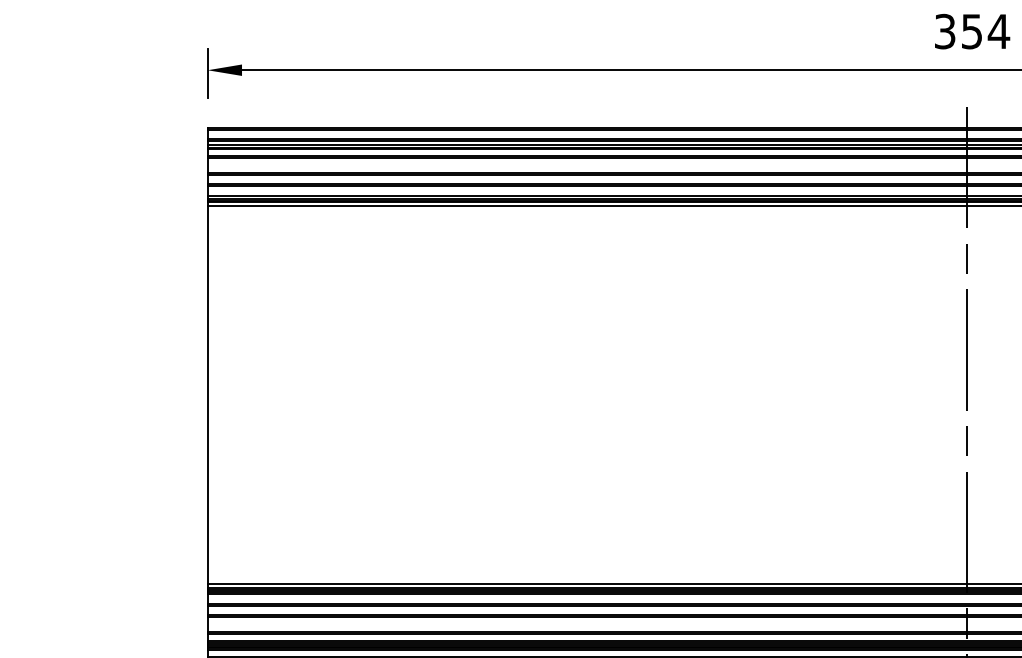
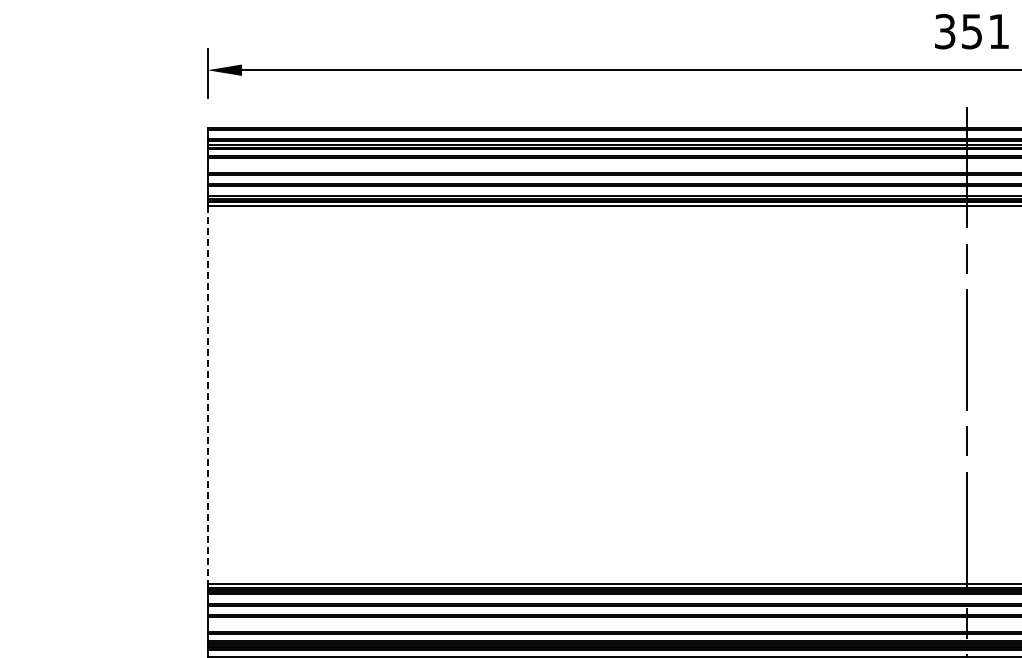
text at (998, 31): 354 -> 351
line at (207, 395): solid -> dashed
